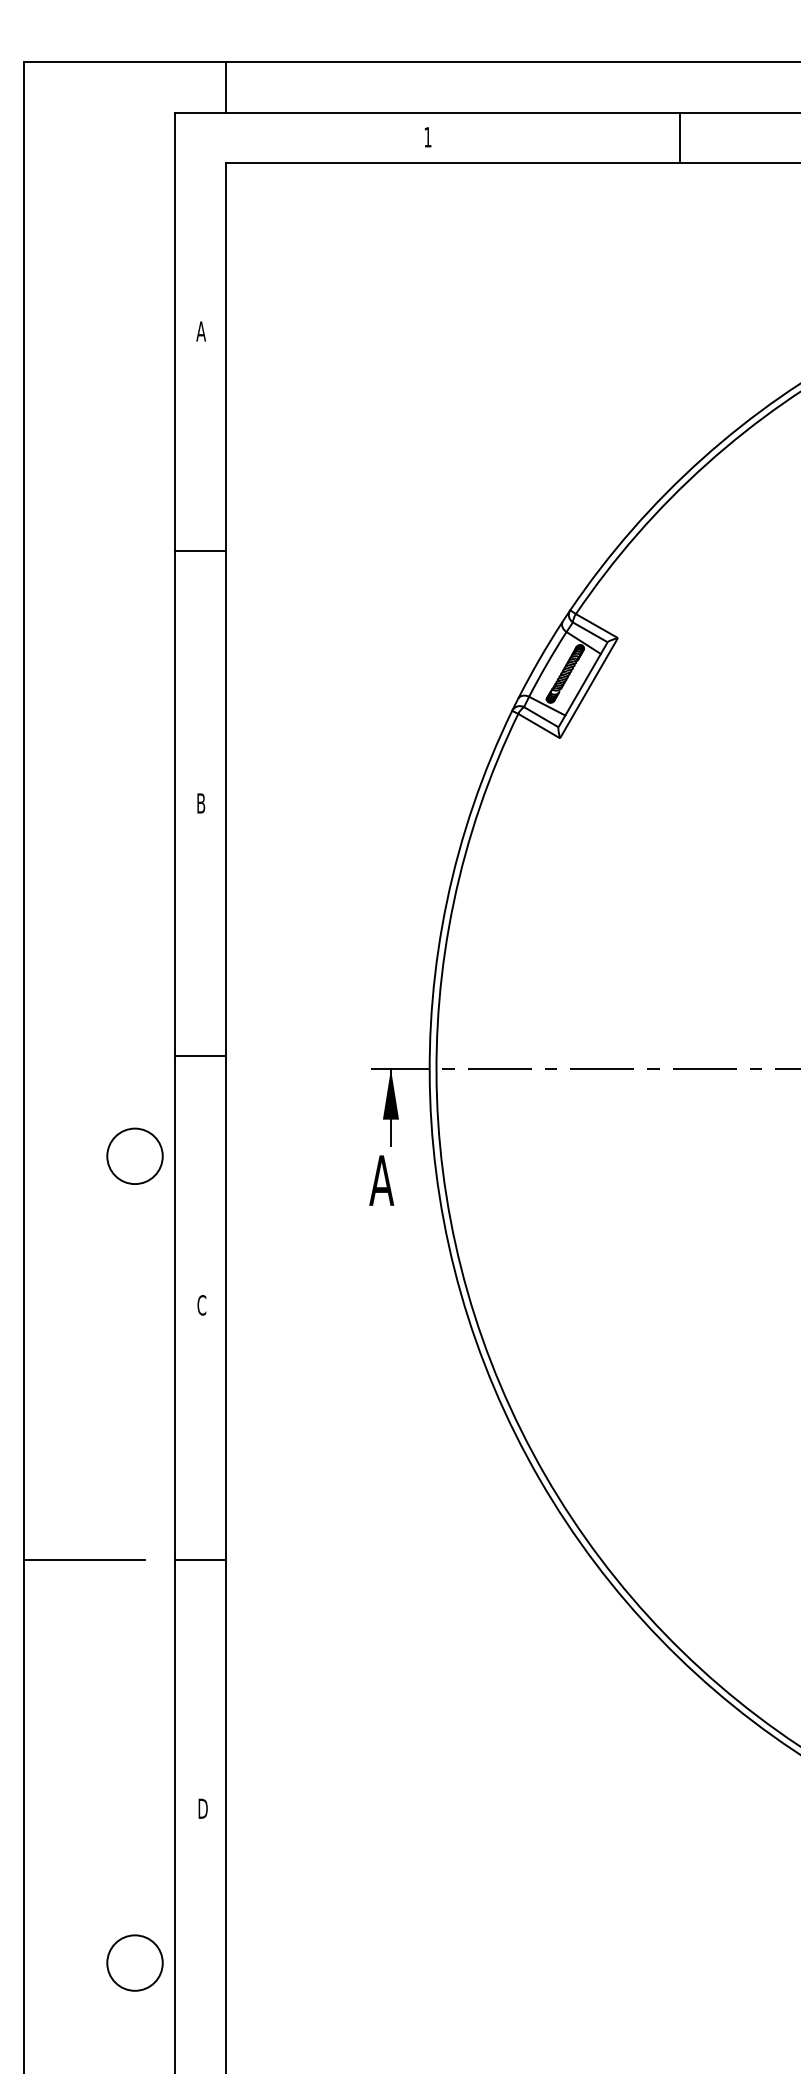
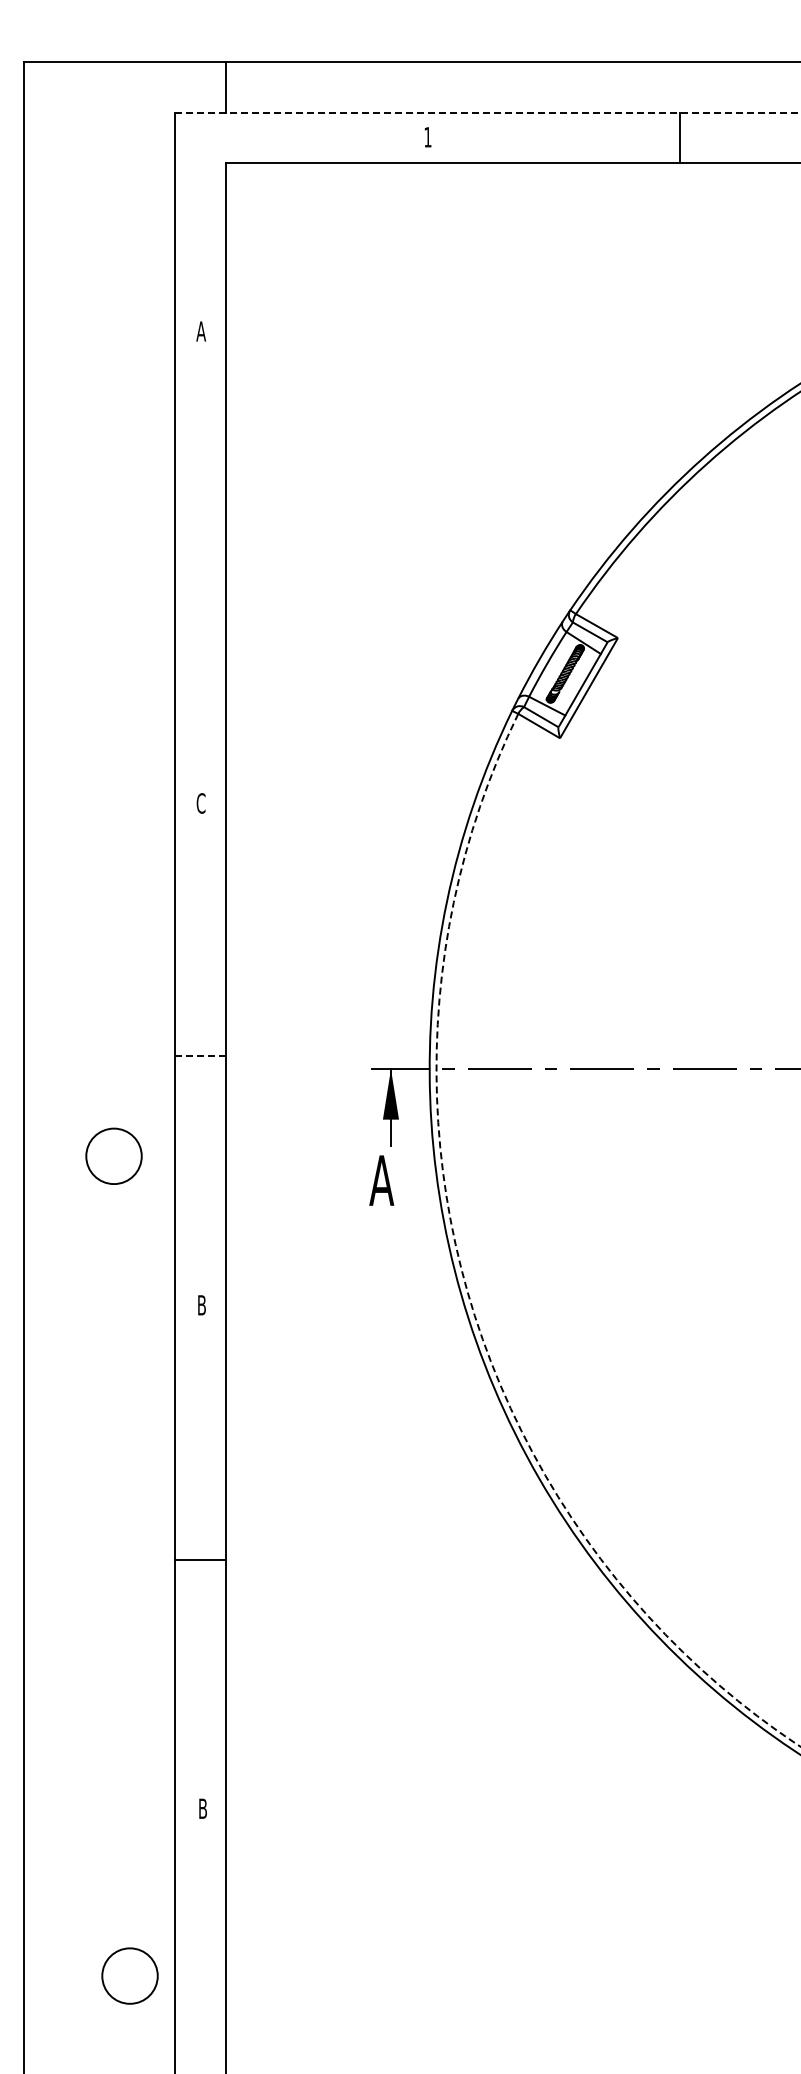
line at (488, 112): solid -> dashed
line at (200, 551): present -> none
text at (200, 803): B -> C
line at (201, 1055): solid -> dashed
circle at (134, 1155) position: (134, 1155) -> (113, 1155)
arc at (465, 1283): solid -> dashed
text at (201, 1305): C -> B
line at (84, 1559): present -> none
text at (202, 1808): D -> B
circle at (134, 1962) position: (134, 1962) -> (129, 1975)
